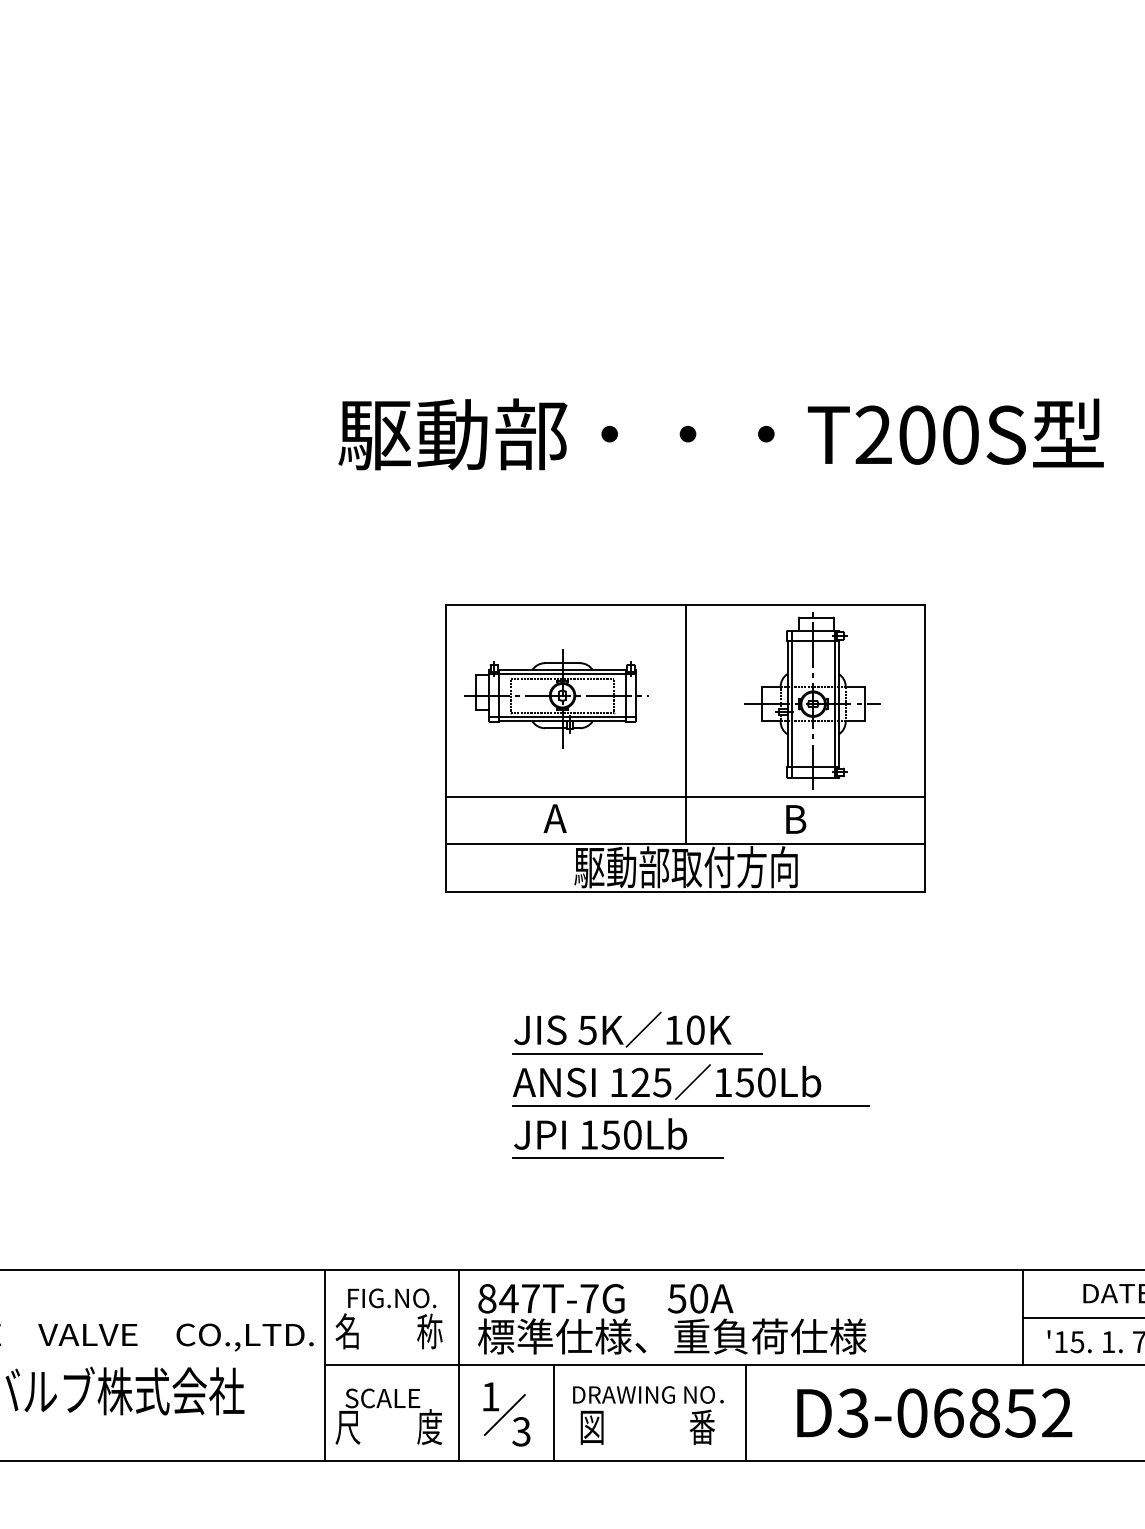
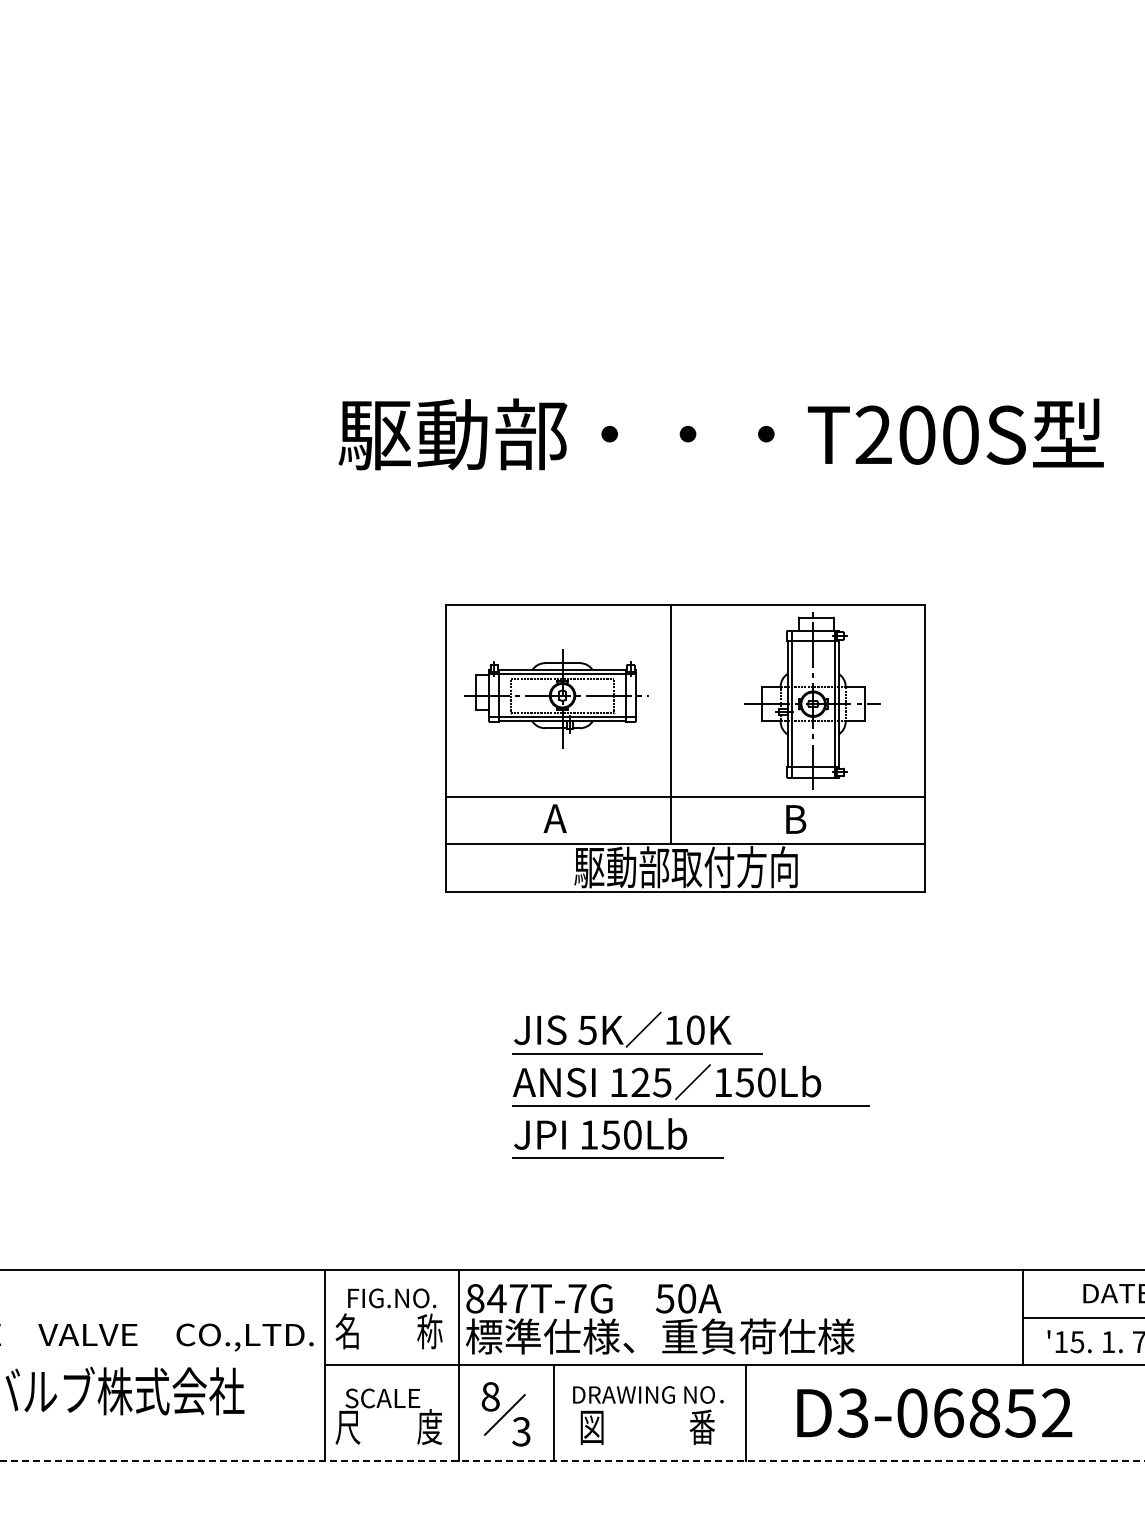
line at (685, 724) position: (685, 724) -> (670, 724)
text at (672, 1319) position: (672, 1319) -> (660, 1319)
text at (490, 1396): 1 -> 8
line at (572, 1461): solid -> dashed
